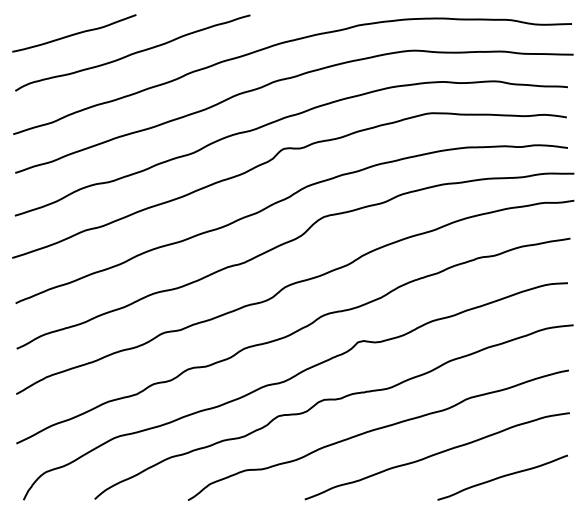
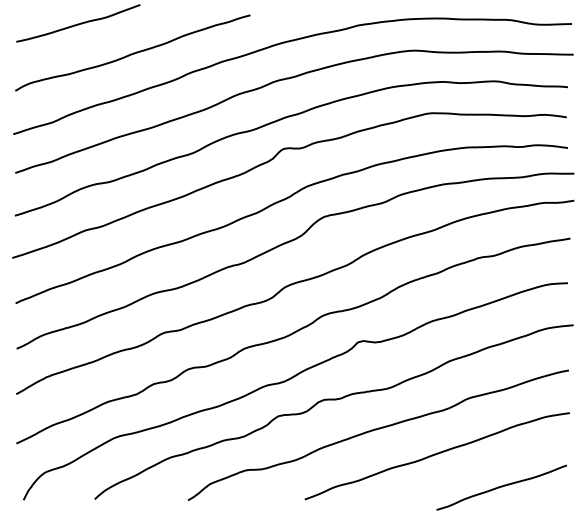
curve at (74, 33) position: (74, 33) -> (78, 23)
curve at (502, 477) position: (502, 477) -> (501, 487)
